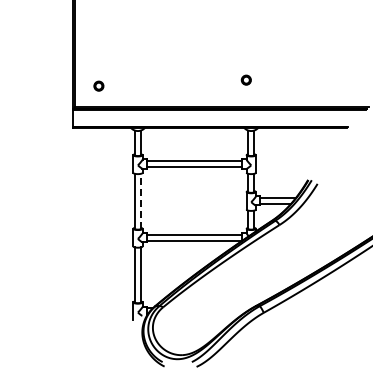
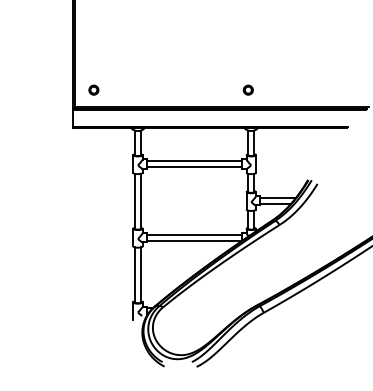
part at (245, 79) position: (245, 79) -> (247, 89)
part at (98, 85) position: (98, 85) -> (93, 89)
line at (141, 200): dashed -> solid
